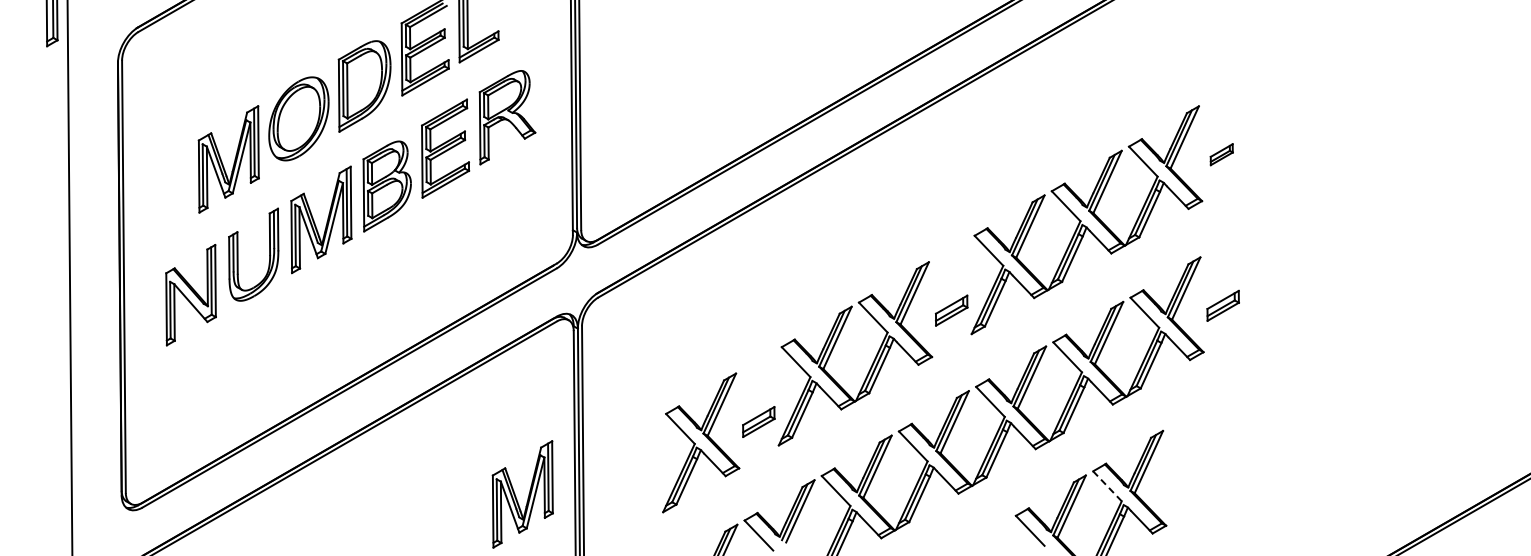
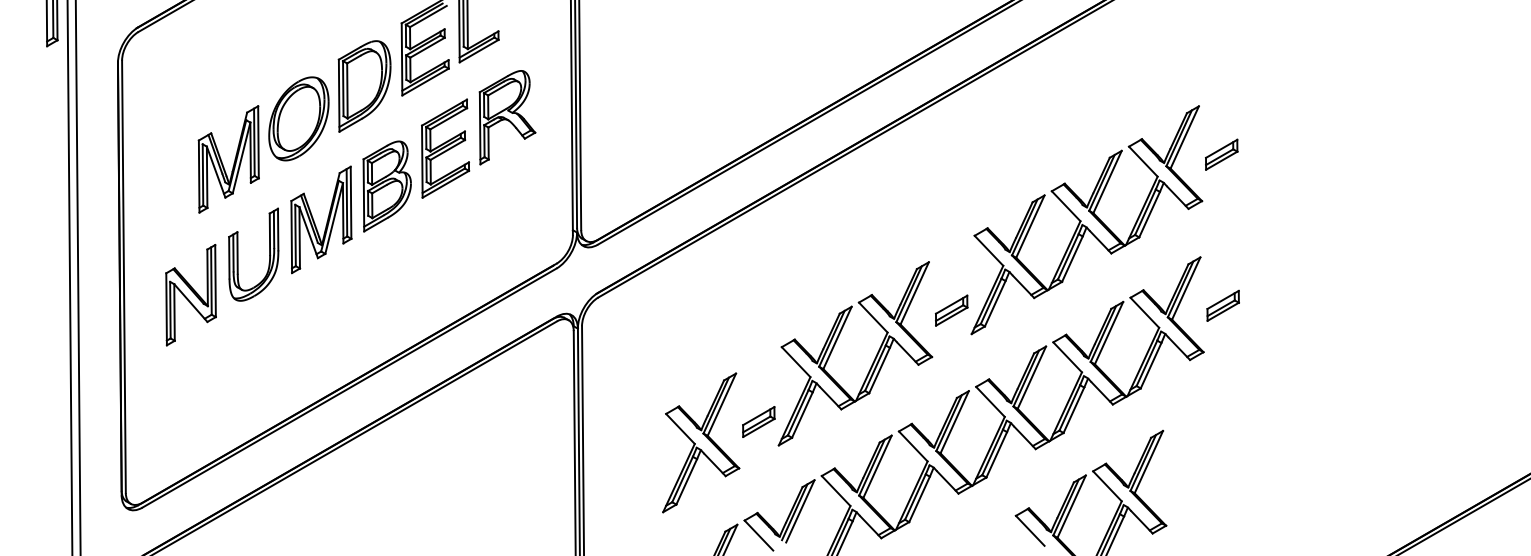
part at (1221, 154) size: 25x24 px -> 34x33 px
line at (77, 277): none -> present
line at (1107, 486): dashed -> solid
part at (522, 494): present -> none
